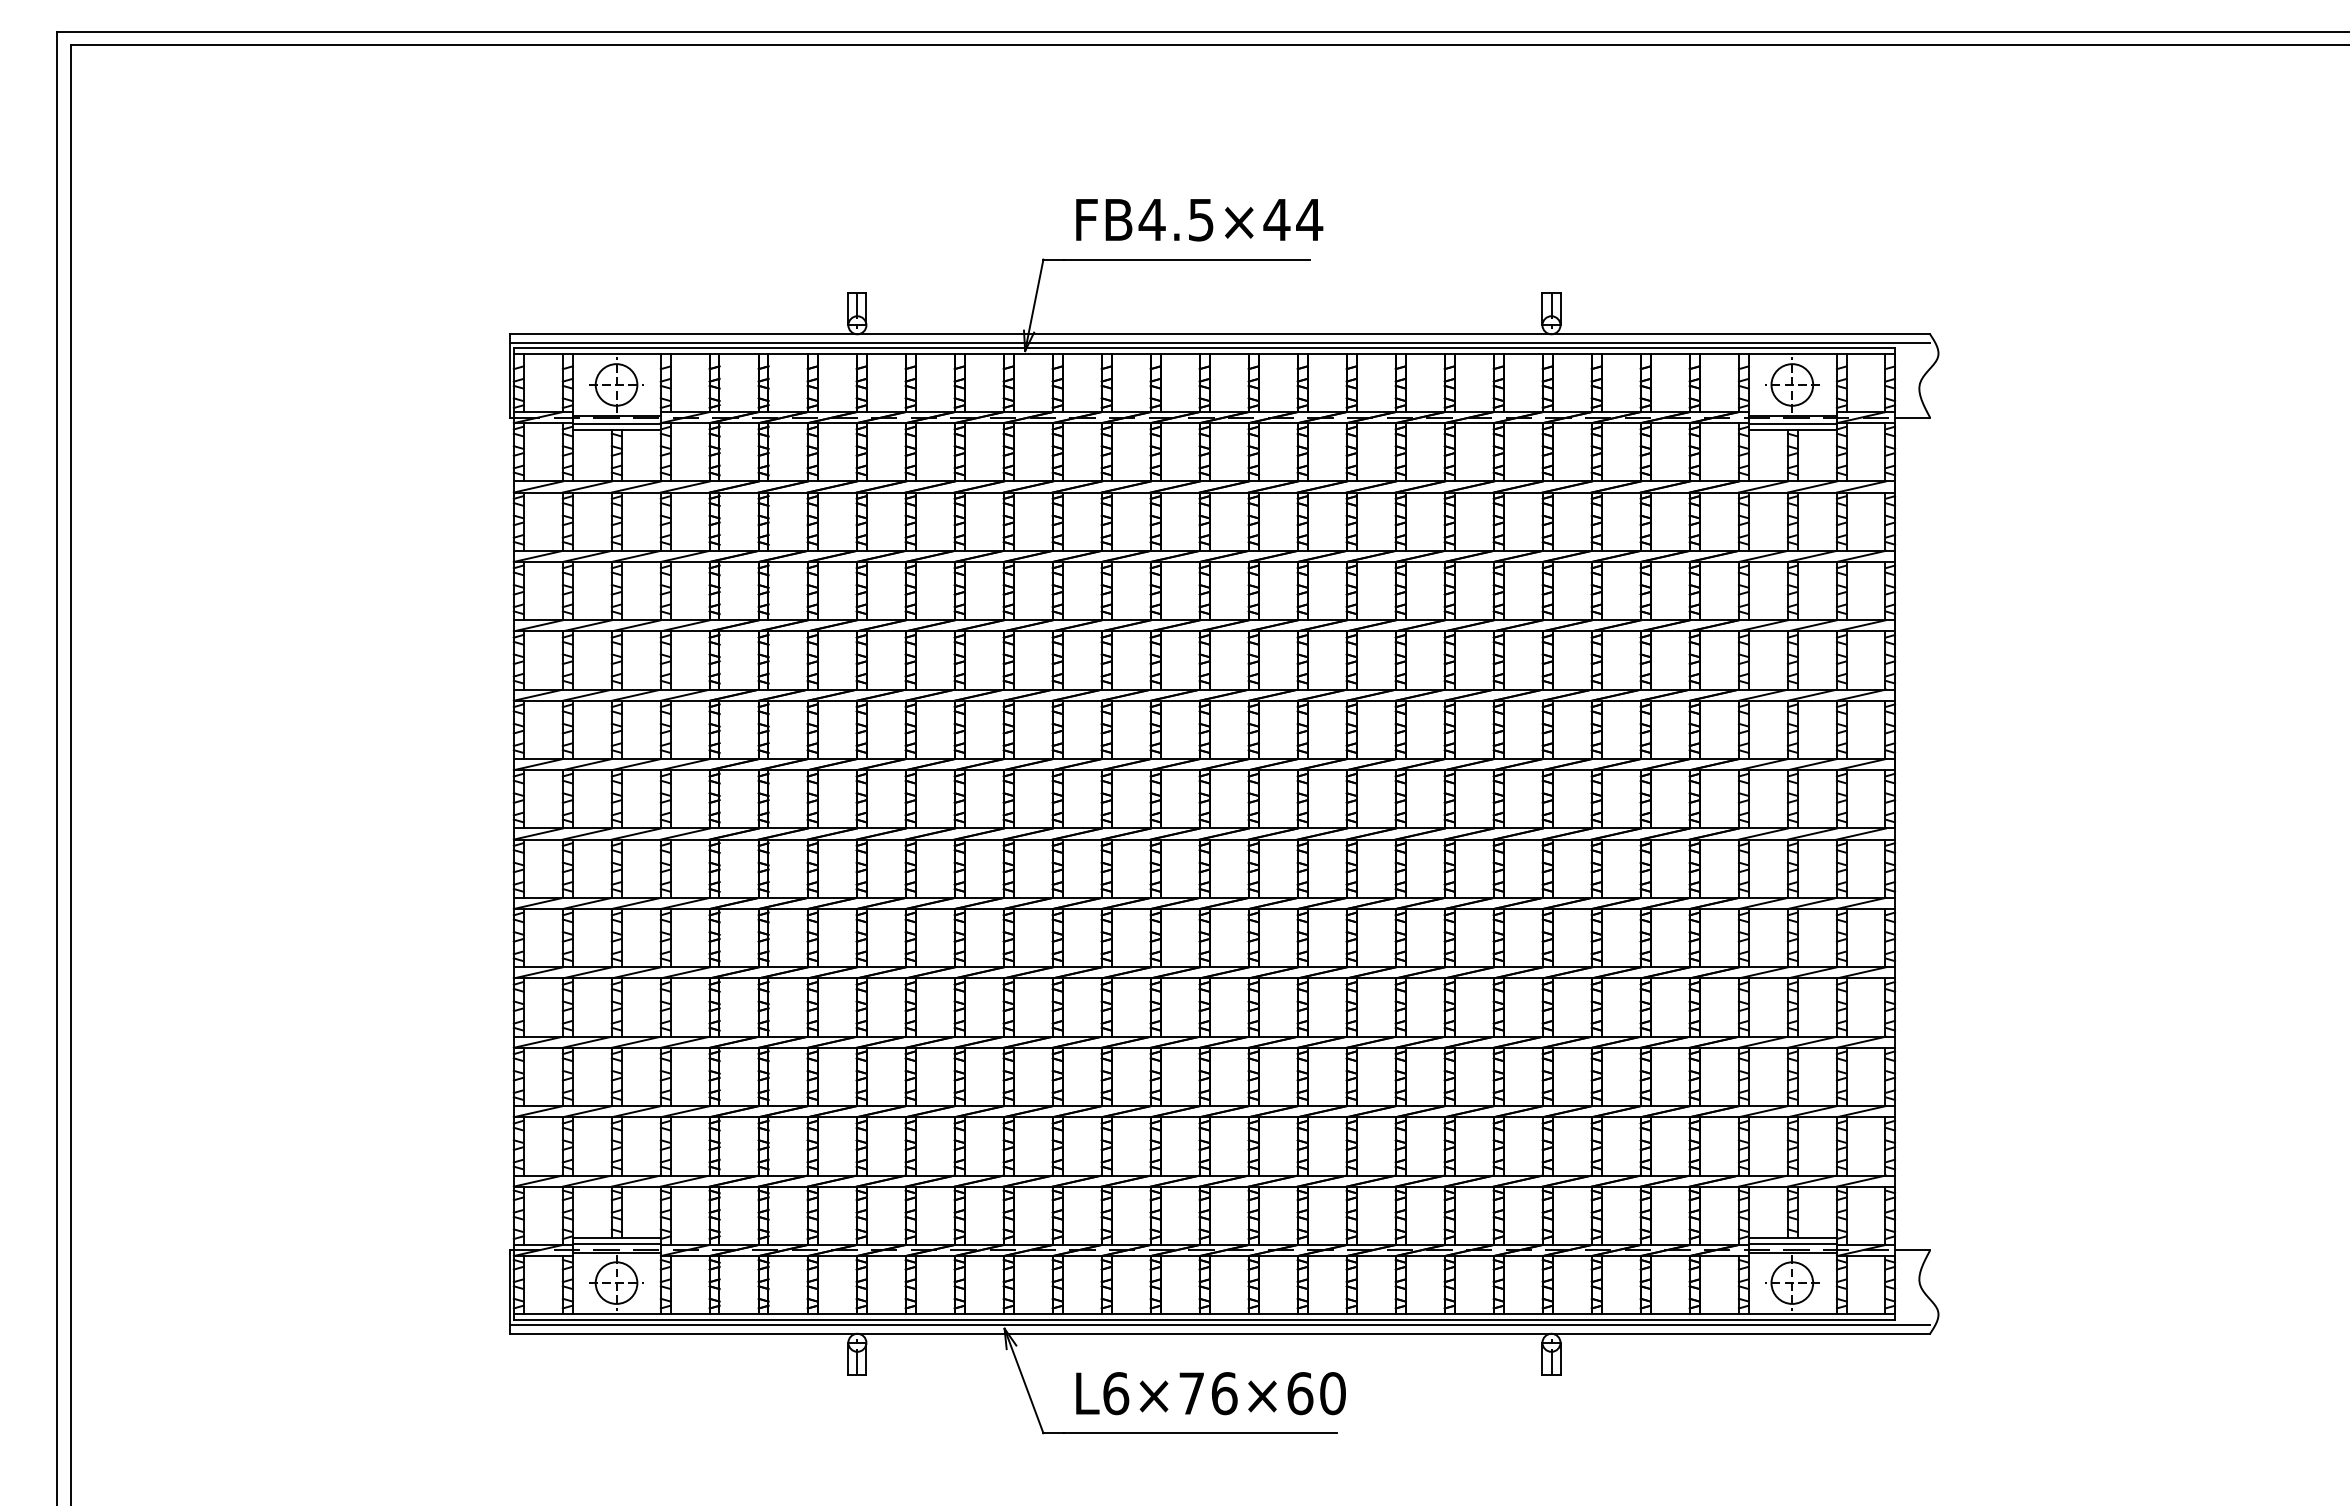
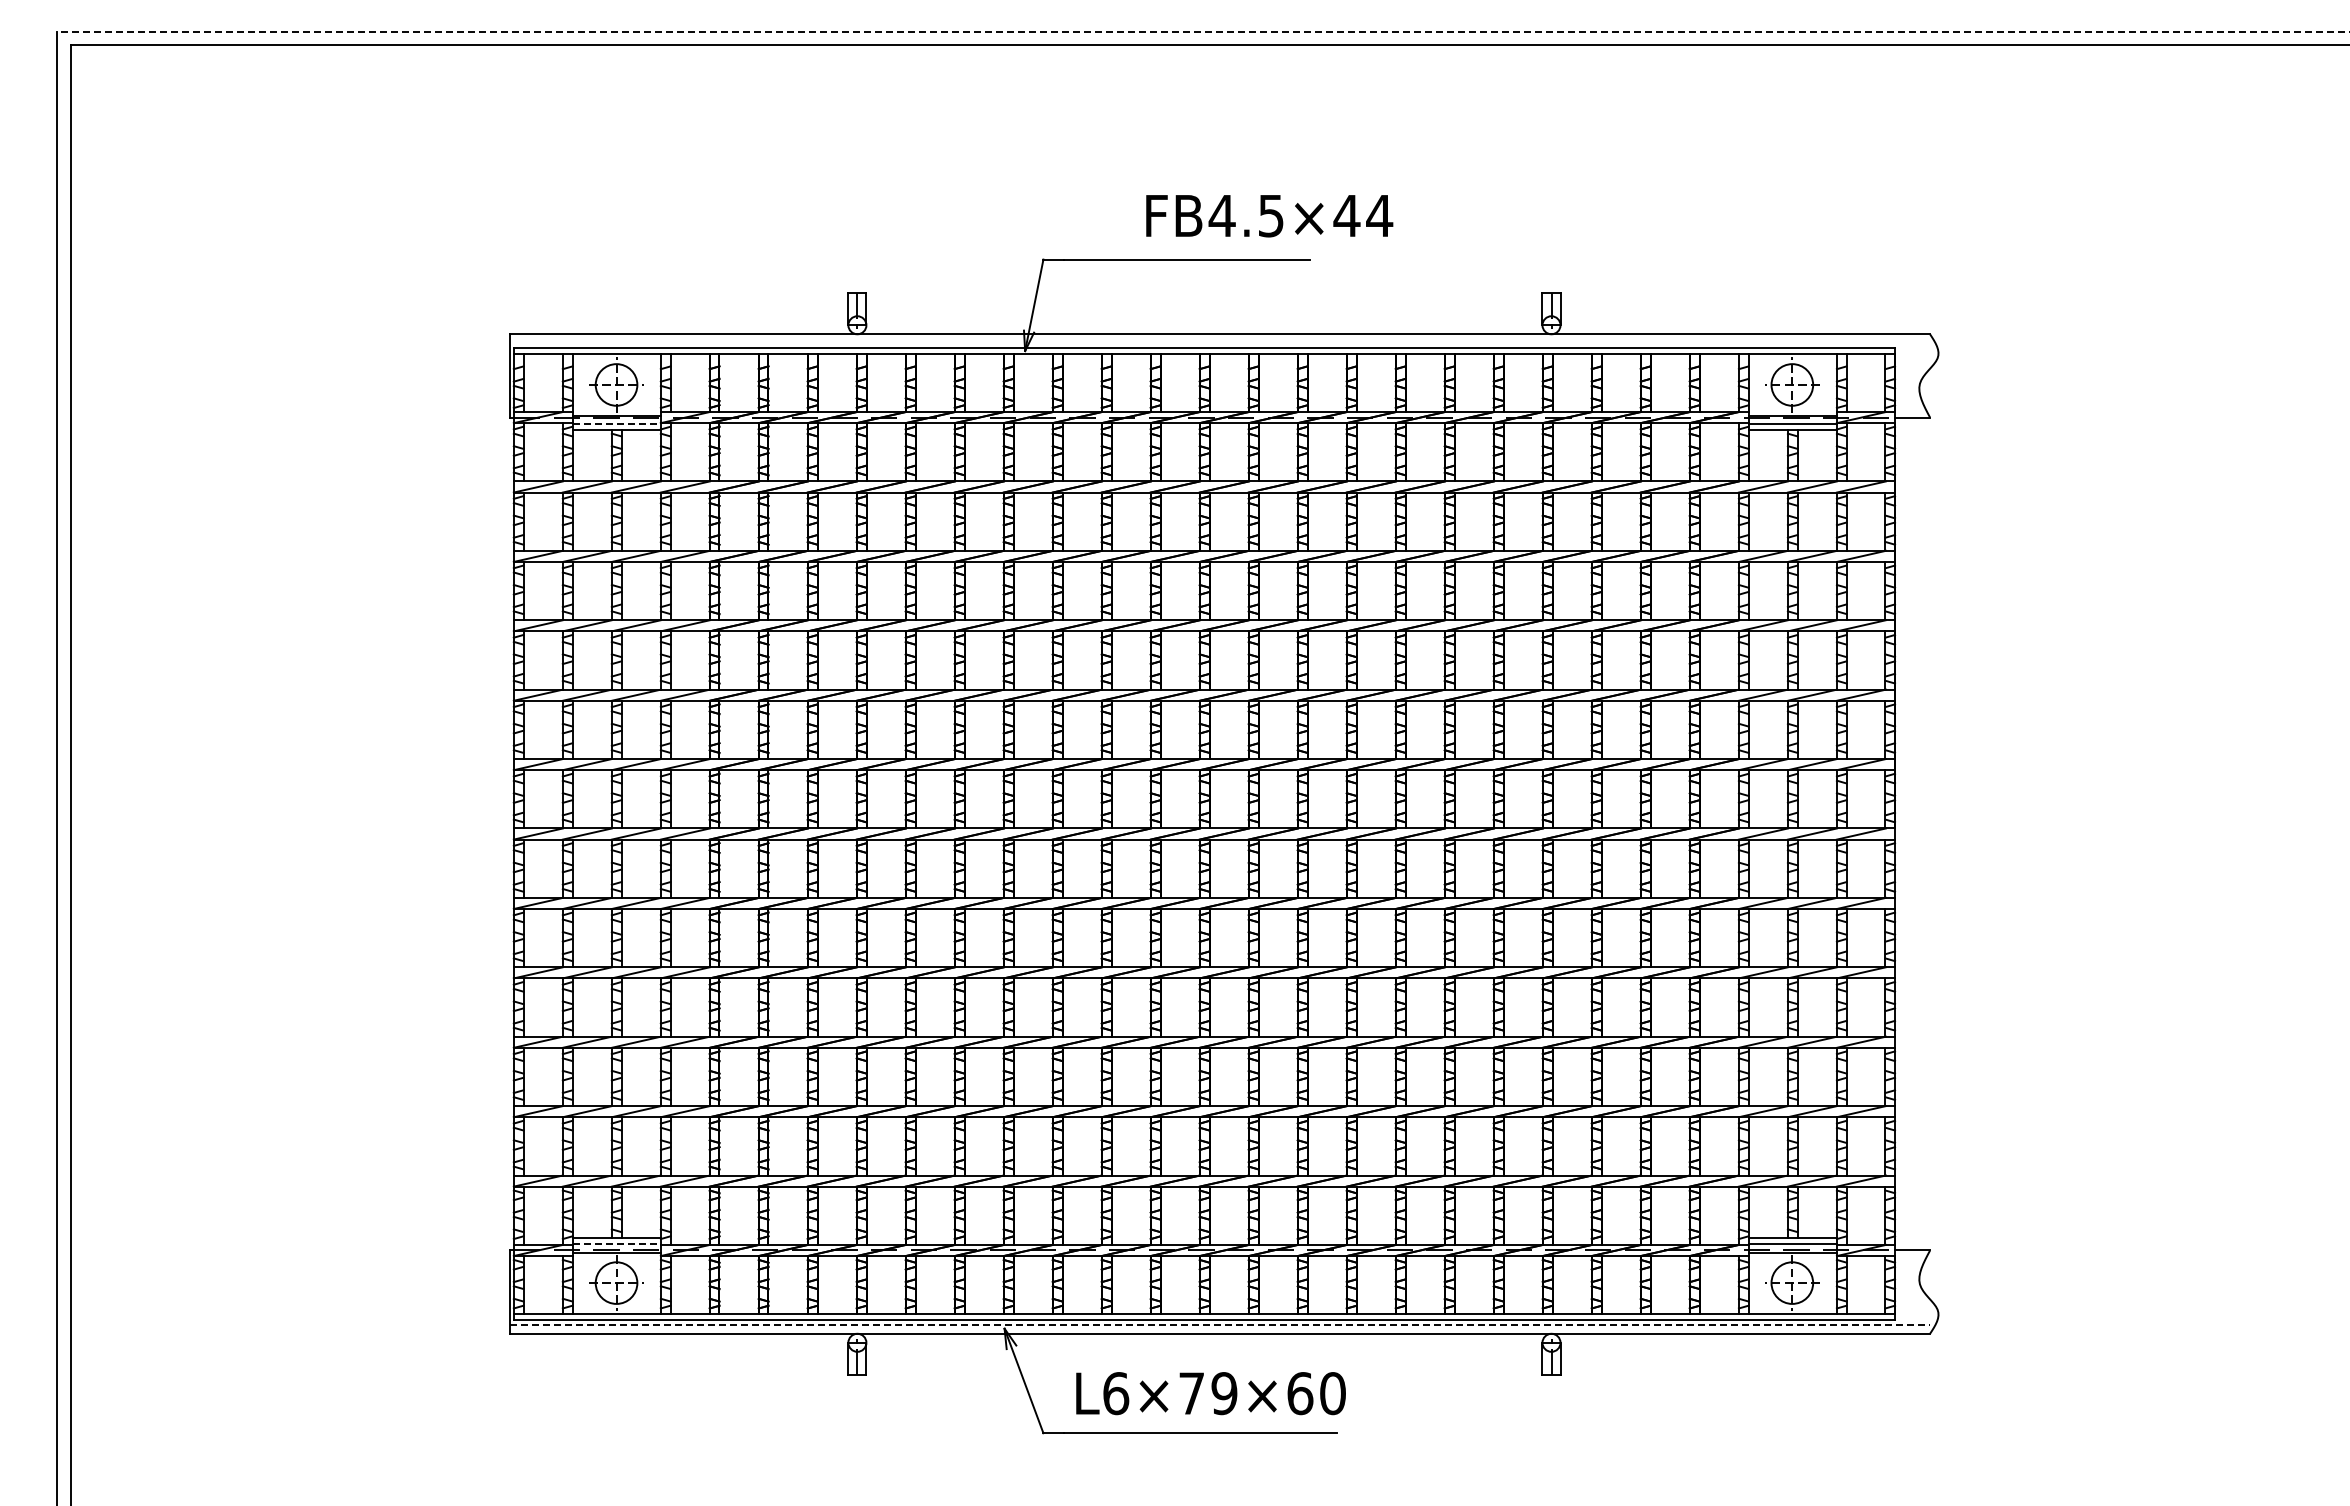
line at (1202, 32): solid -> dashed
text at (1199, 220) position: (1199, 220) -> (1269, 216)
line at (1220, 342): present -> none
line at (617, 423): solid -> dashed
line at (617, 1244): solid -> dashed
line at (1220, 1325): solid -> dashed
text at (1224, 1393): L6×76×60 -> L6×79×60
